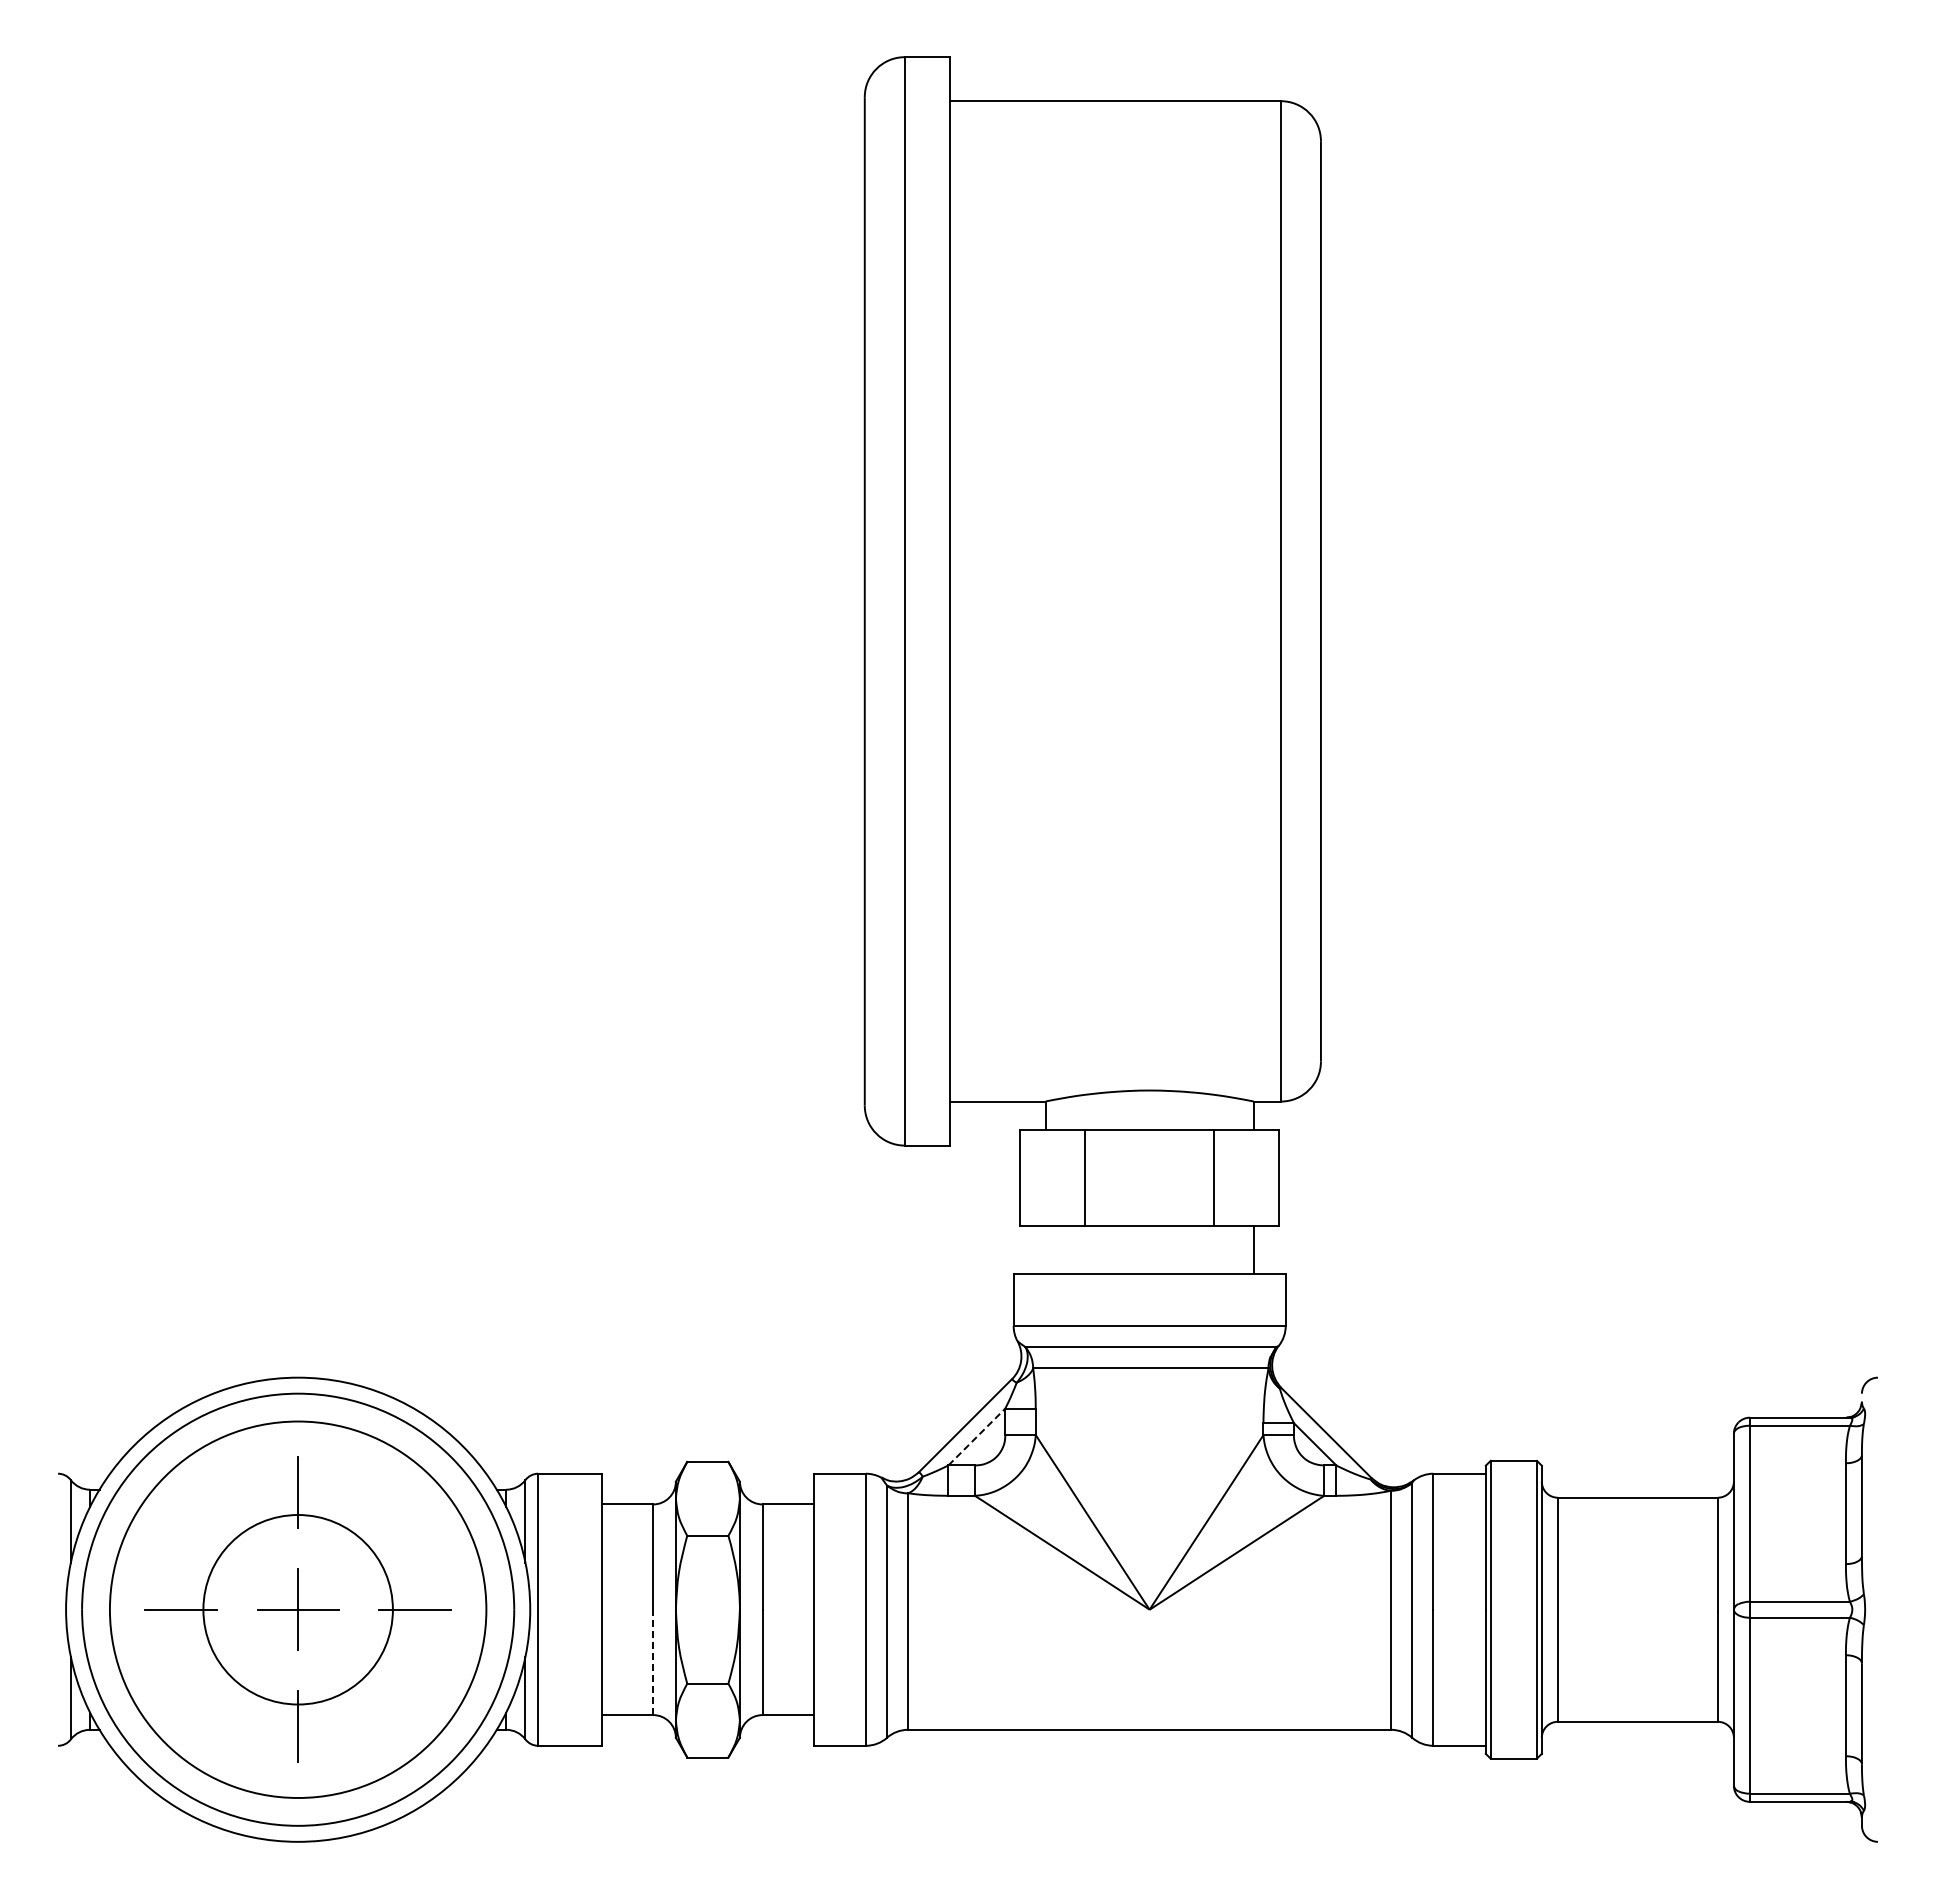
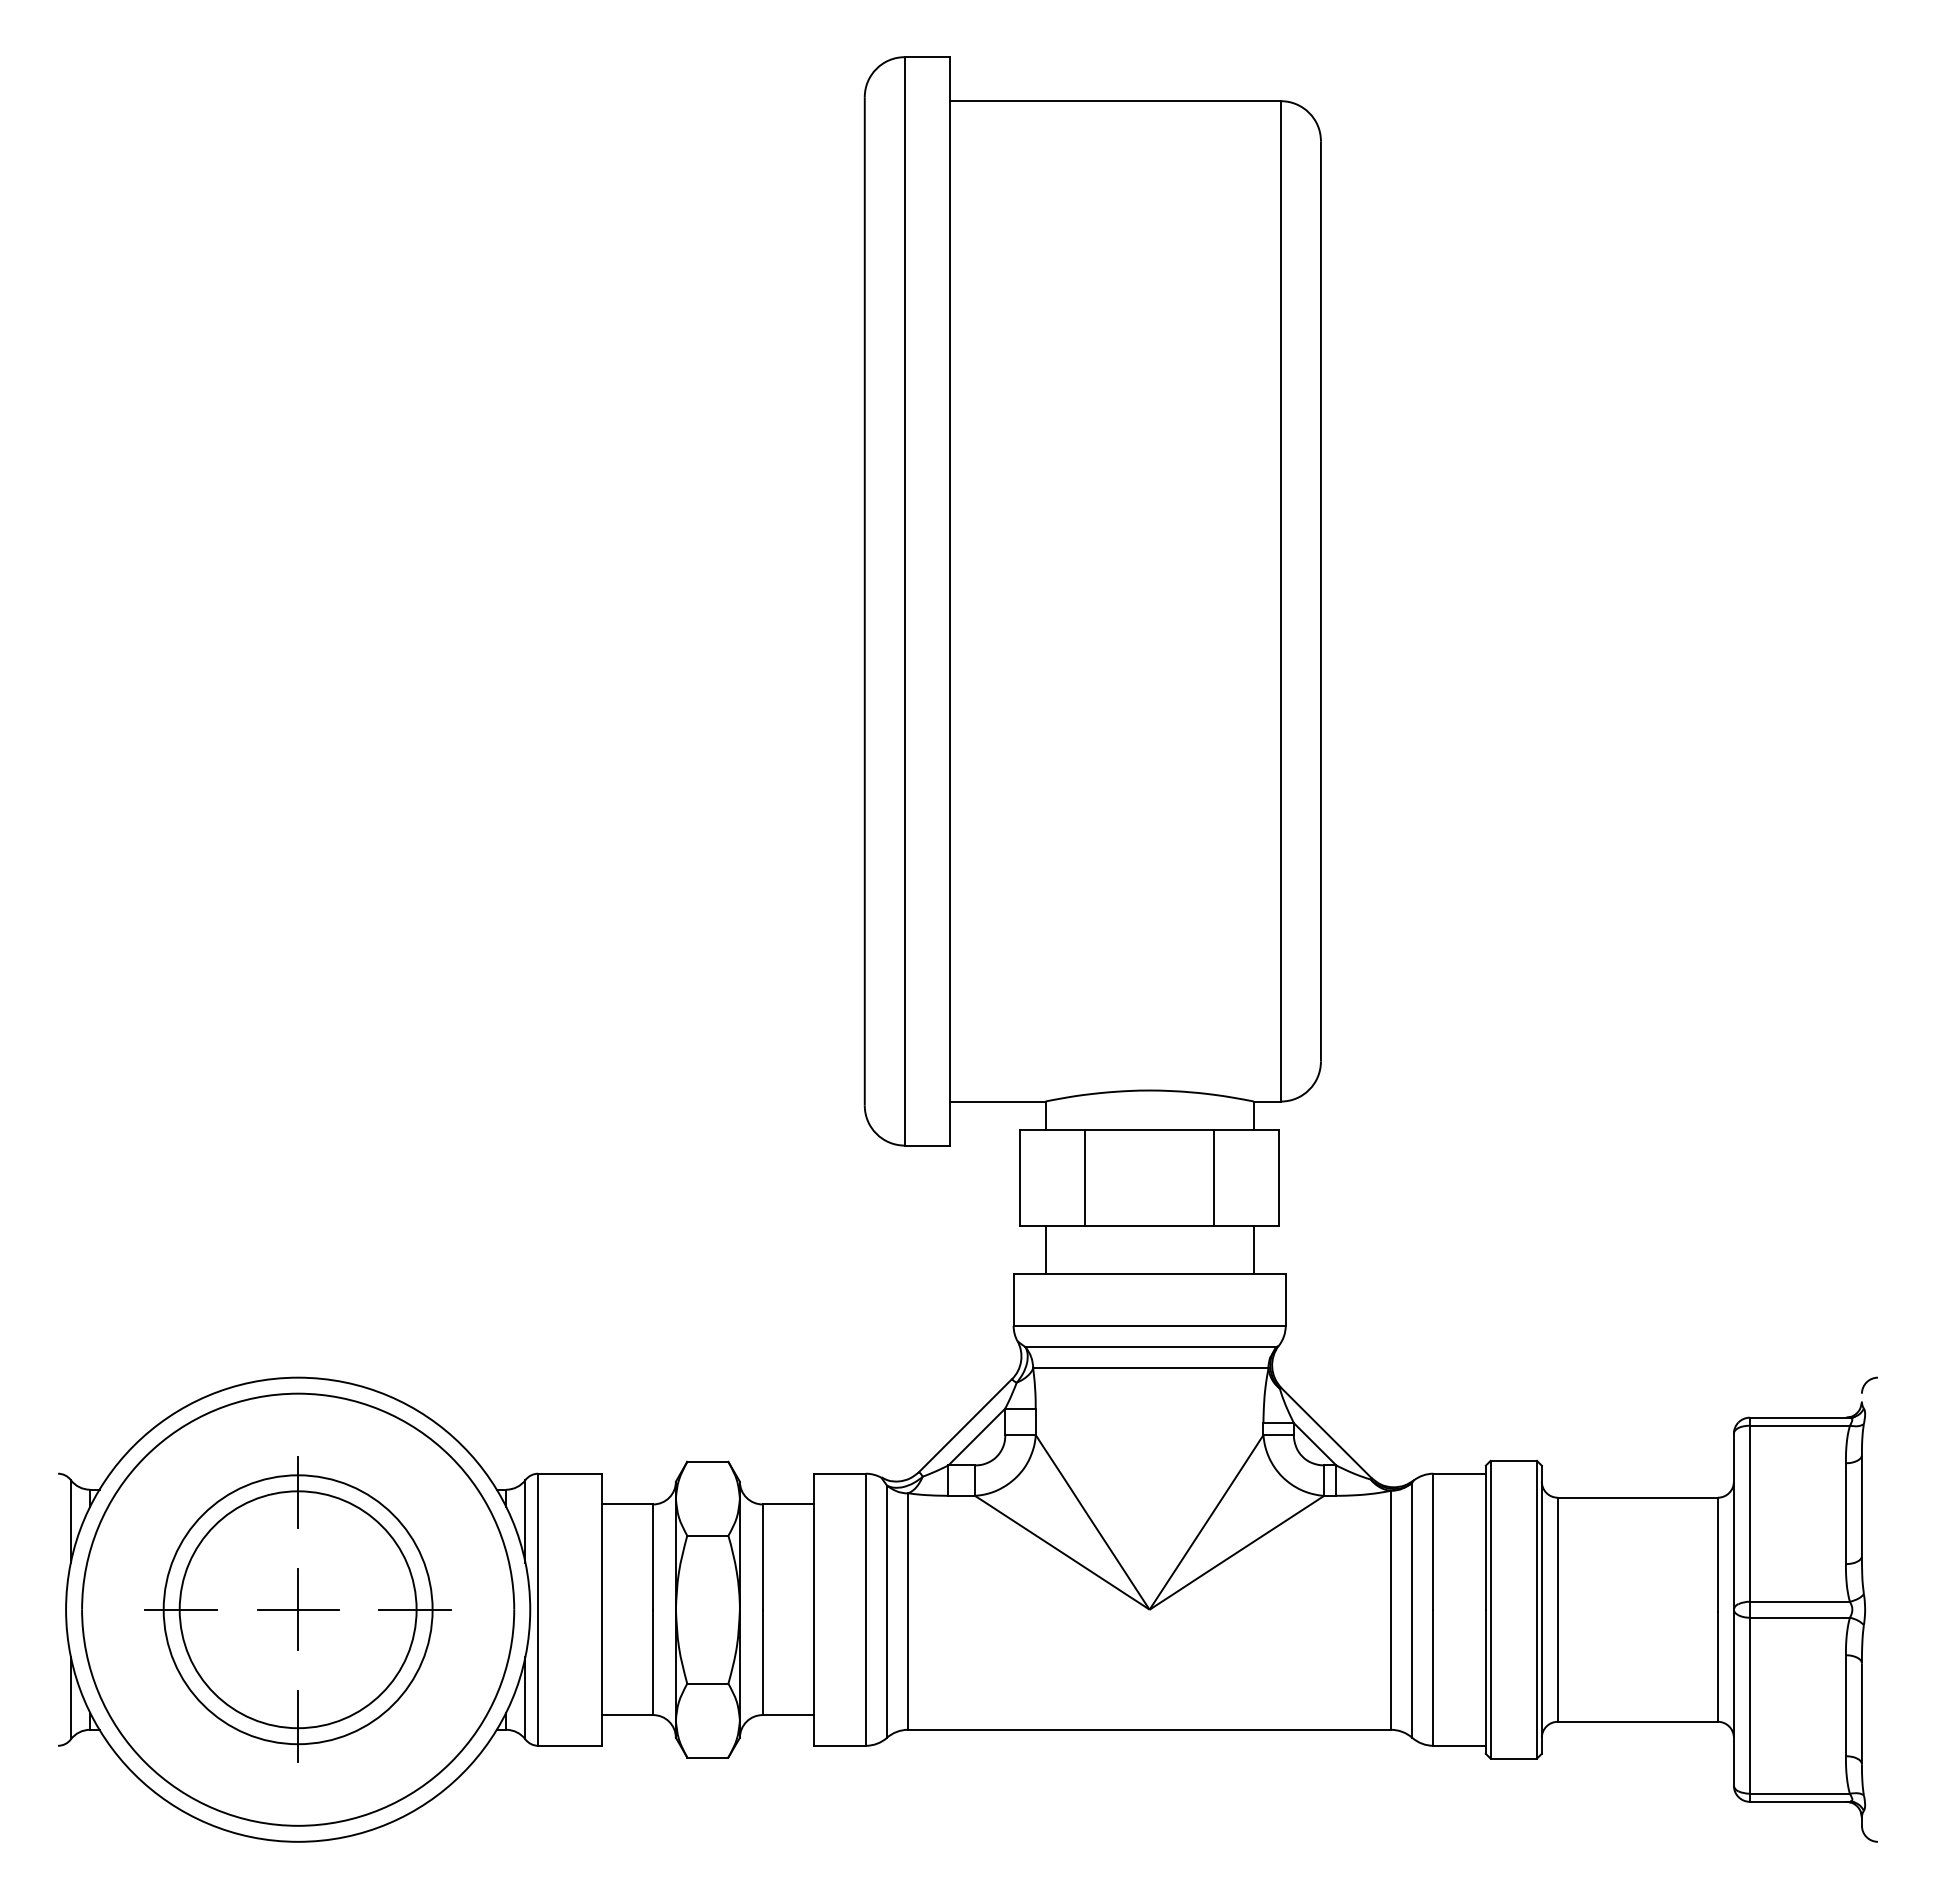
line at (1045, 1249): none -> present
line at (977, 1436): dashed -> solid
circle at (297, 1609) diameter: 190 px -> 237 px
circle at (297, 1609) diameter: 376 px -> 269 px
line at (653, 1662): dashed -> solid
